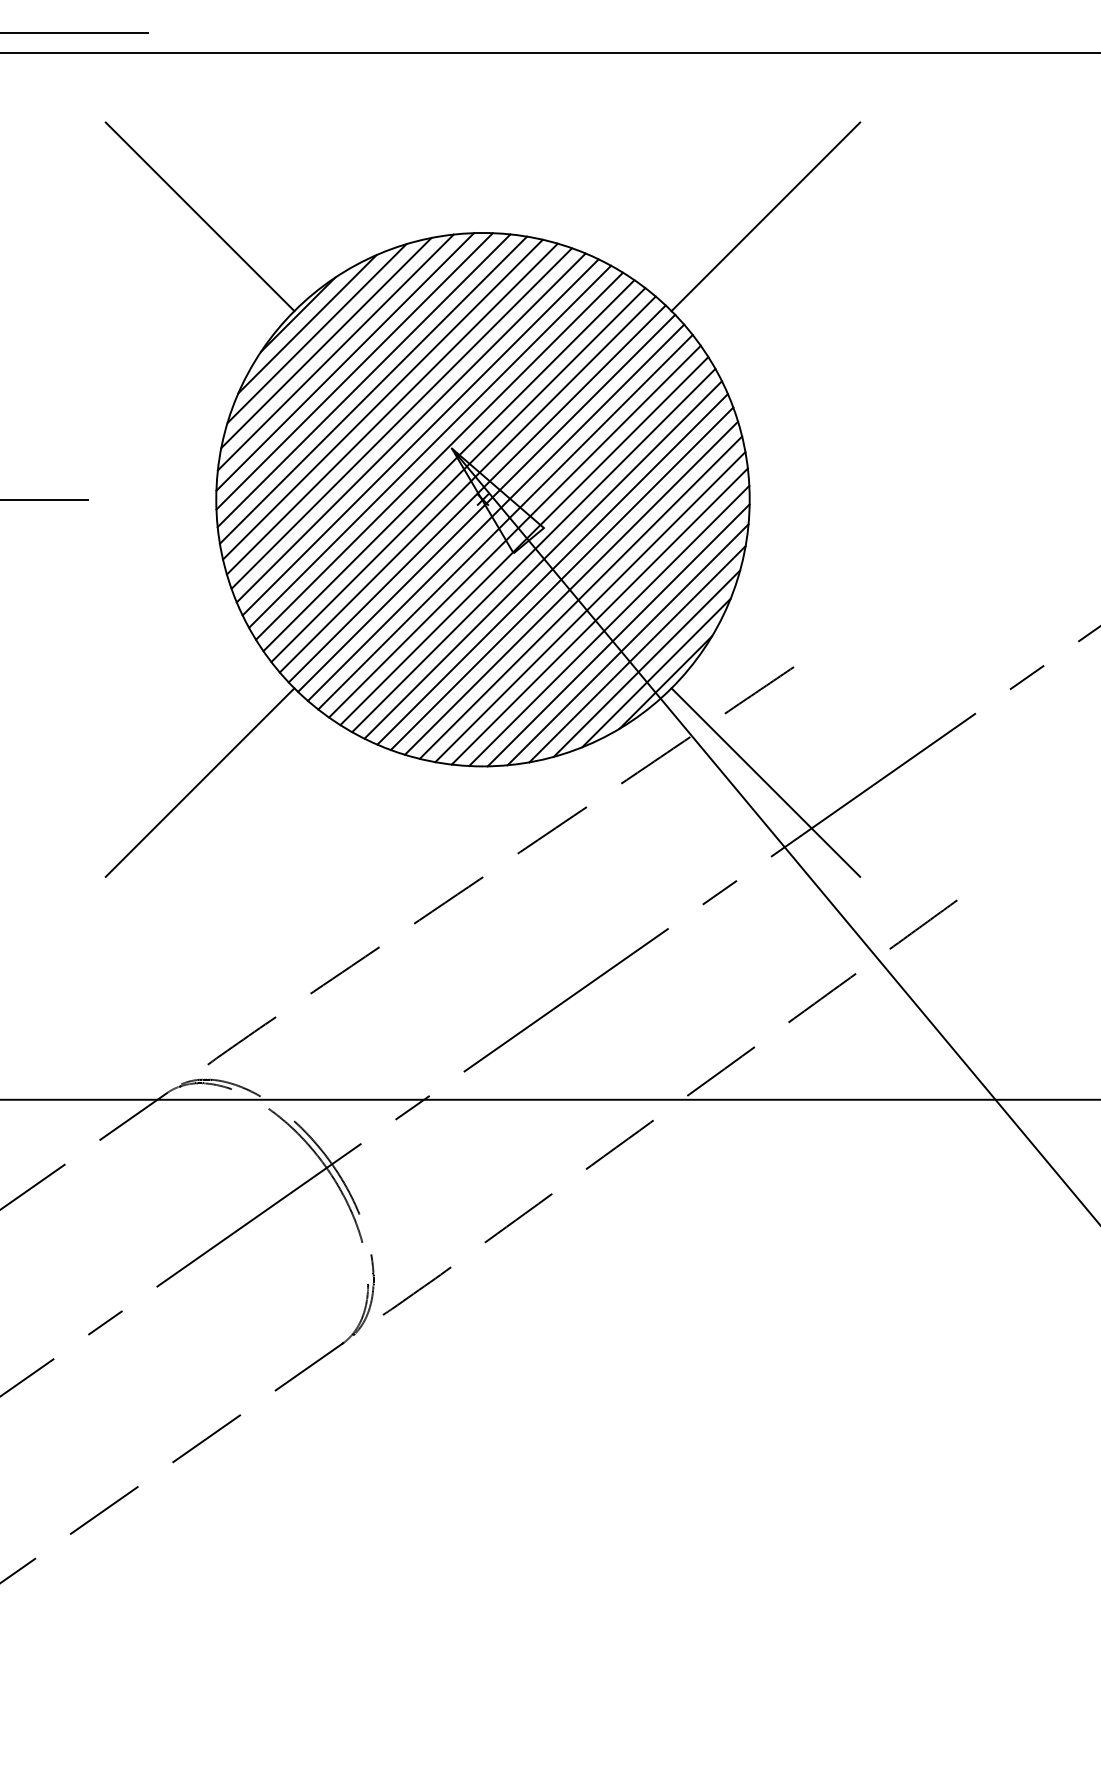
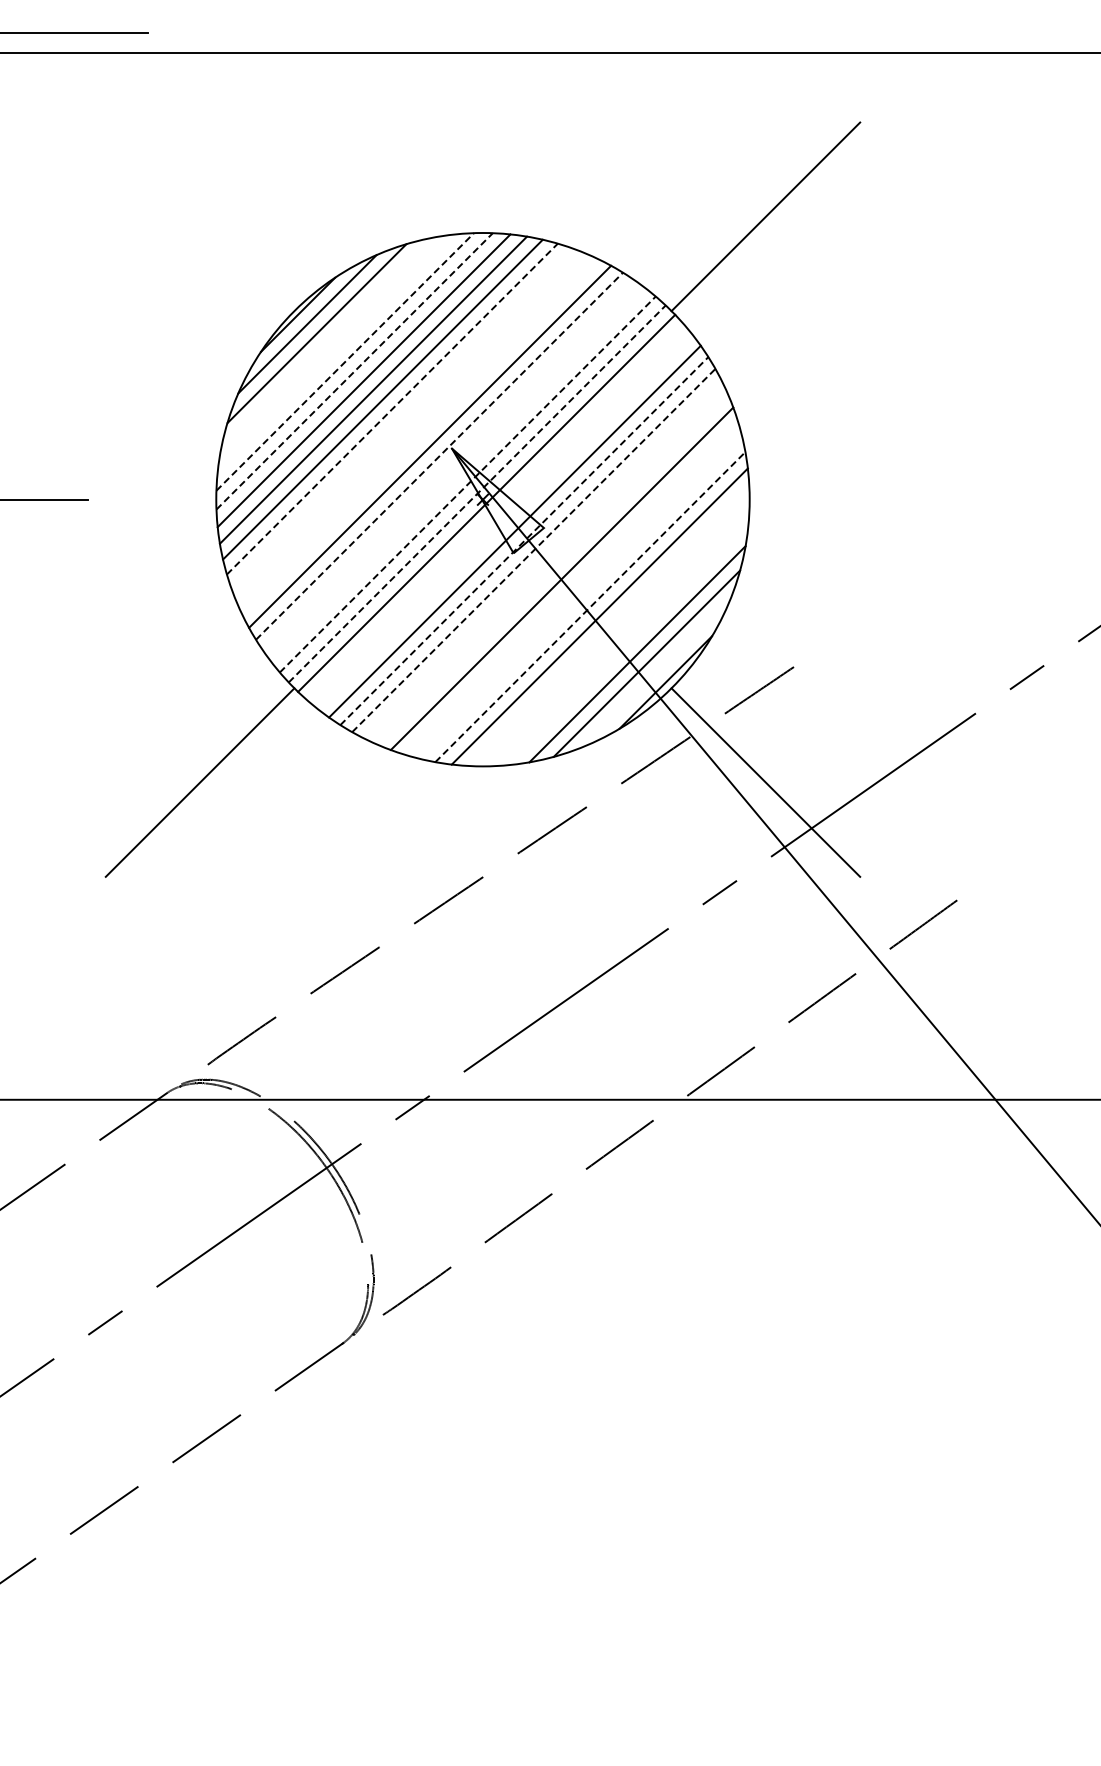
line at (199, 216): present -> none
line at (326, 343): present -> none
line at (335, 352): present -> none
line at (345, 361): solid -> dashed
line at (355, 371): solid -> dashed
line at (392, 409): solid -> dashed
line at (401, 418): present -> none
line at (410, 427): present -> none
line at (420, 437): present -> none
line at (439, 456): solid -> dashed
line at (448, 465): present -> none
line at (458, 475): present -> none
line at (467, 484): solid -> dashed
line at (477, 493): solid -> dashed
line at (495, 512): present -> none
line at (505, 522): present -> none
line at (524, 540): solid -> dashed
line at (533, 550): solid -> dashed
line at (542, 559): present -> none
line at (552, 569): present -> none
line at (571, 587): present -> none
line at (580, 597): present -> none
line at (590, 606): solid -> dashed
line at (609, 625): present -> none
line at (618, 635): present -> none
line at (627, 644): present -> none
line at (656, 672): present -> none
